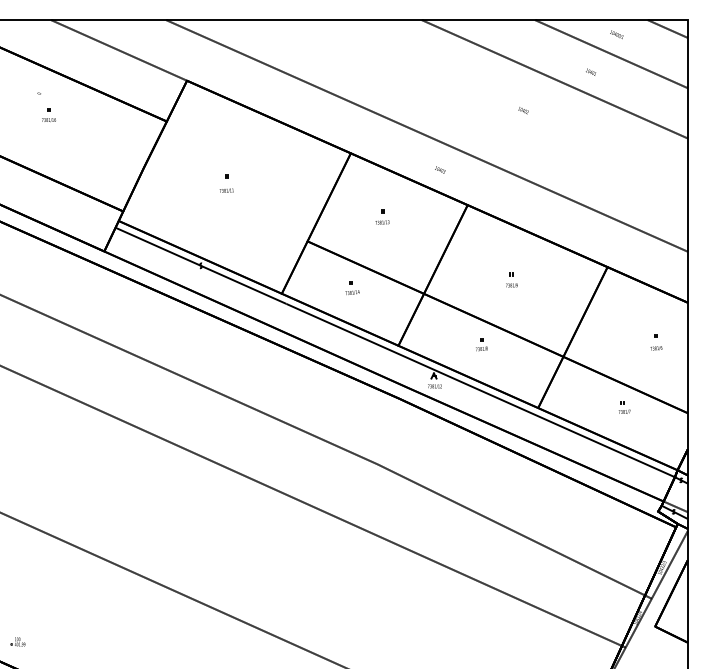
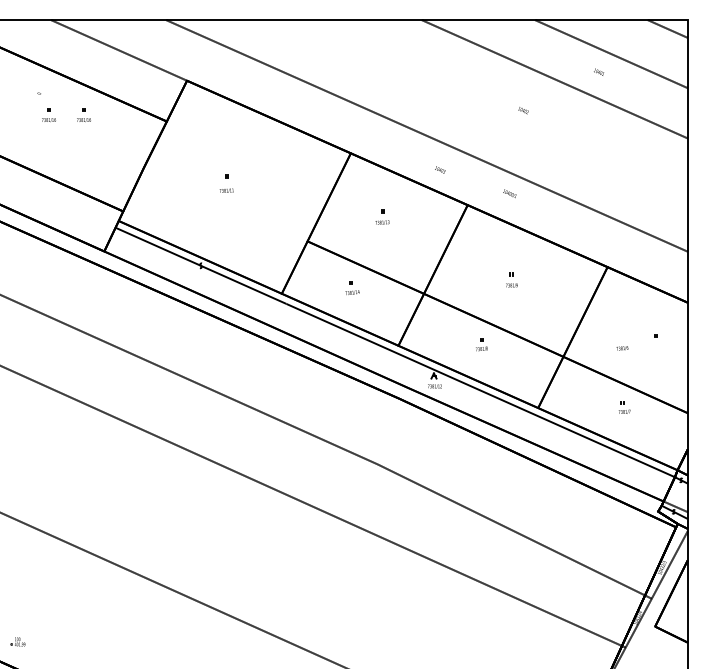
text at (616, 34) position: (616, 34) -> (509, 193)
text at (590, 71) position: (590, 71) -> (598, 71)
part at (83, 115): none -> present
text at (656, 348) position: (656, 348) -> (622, 348)
